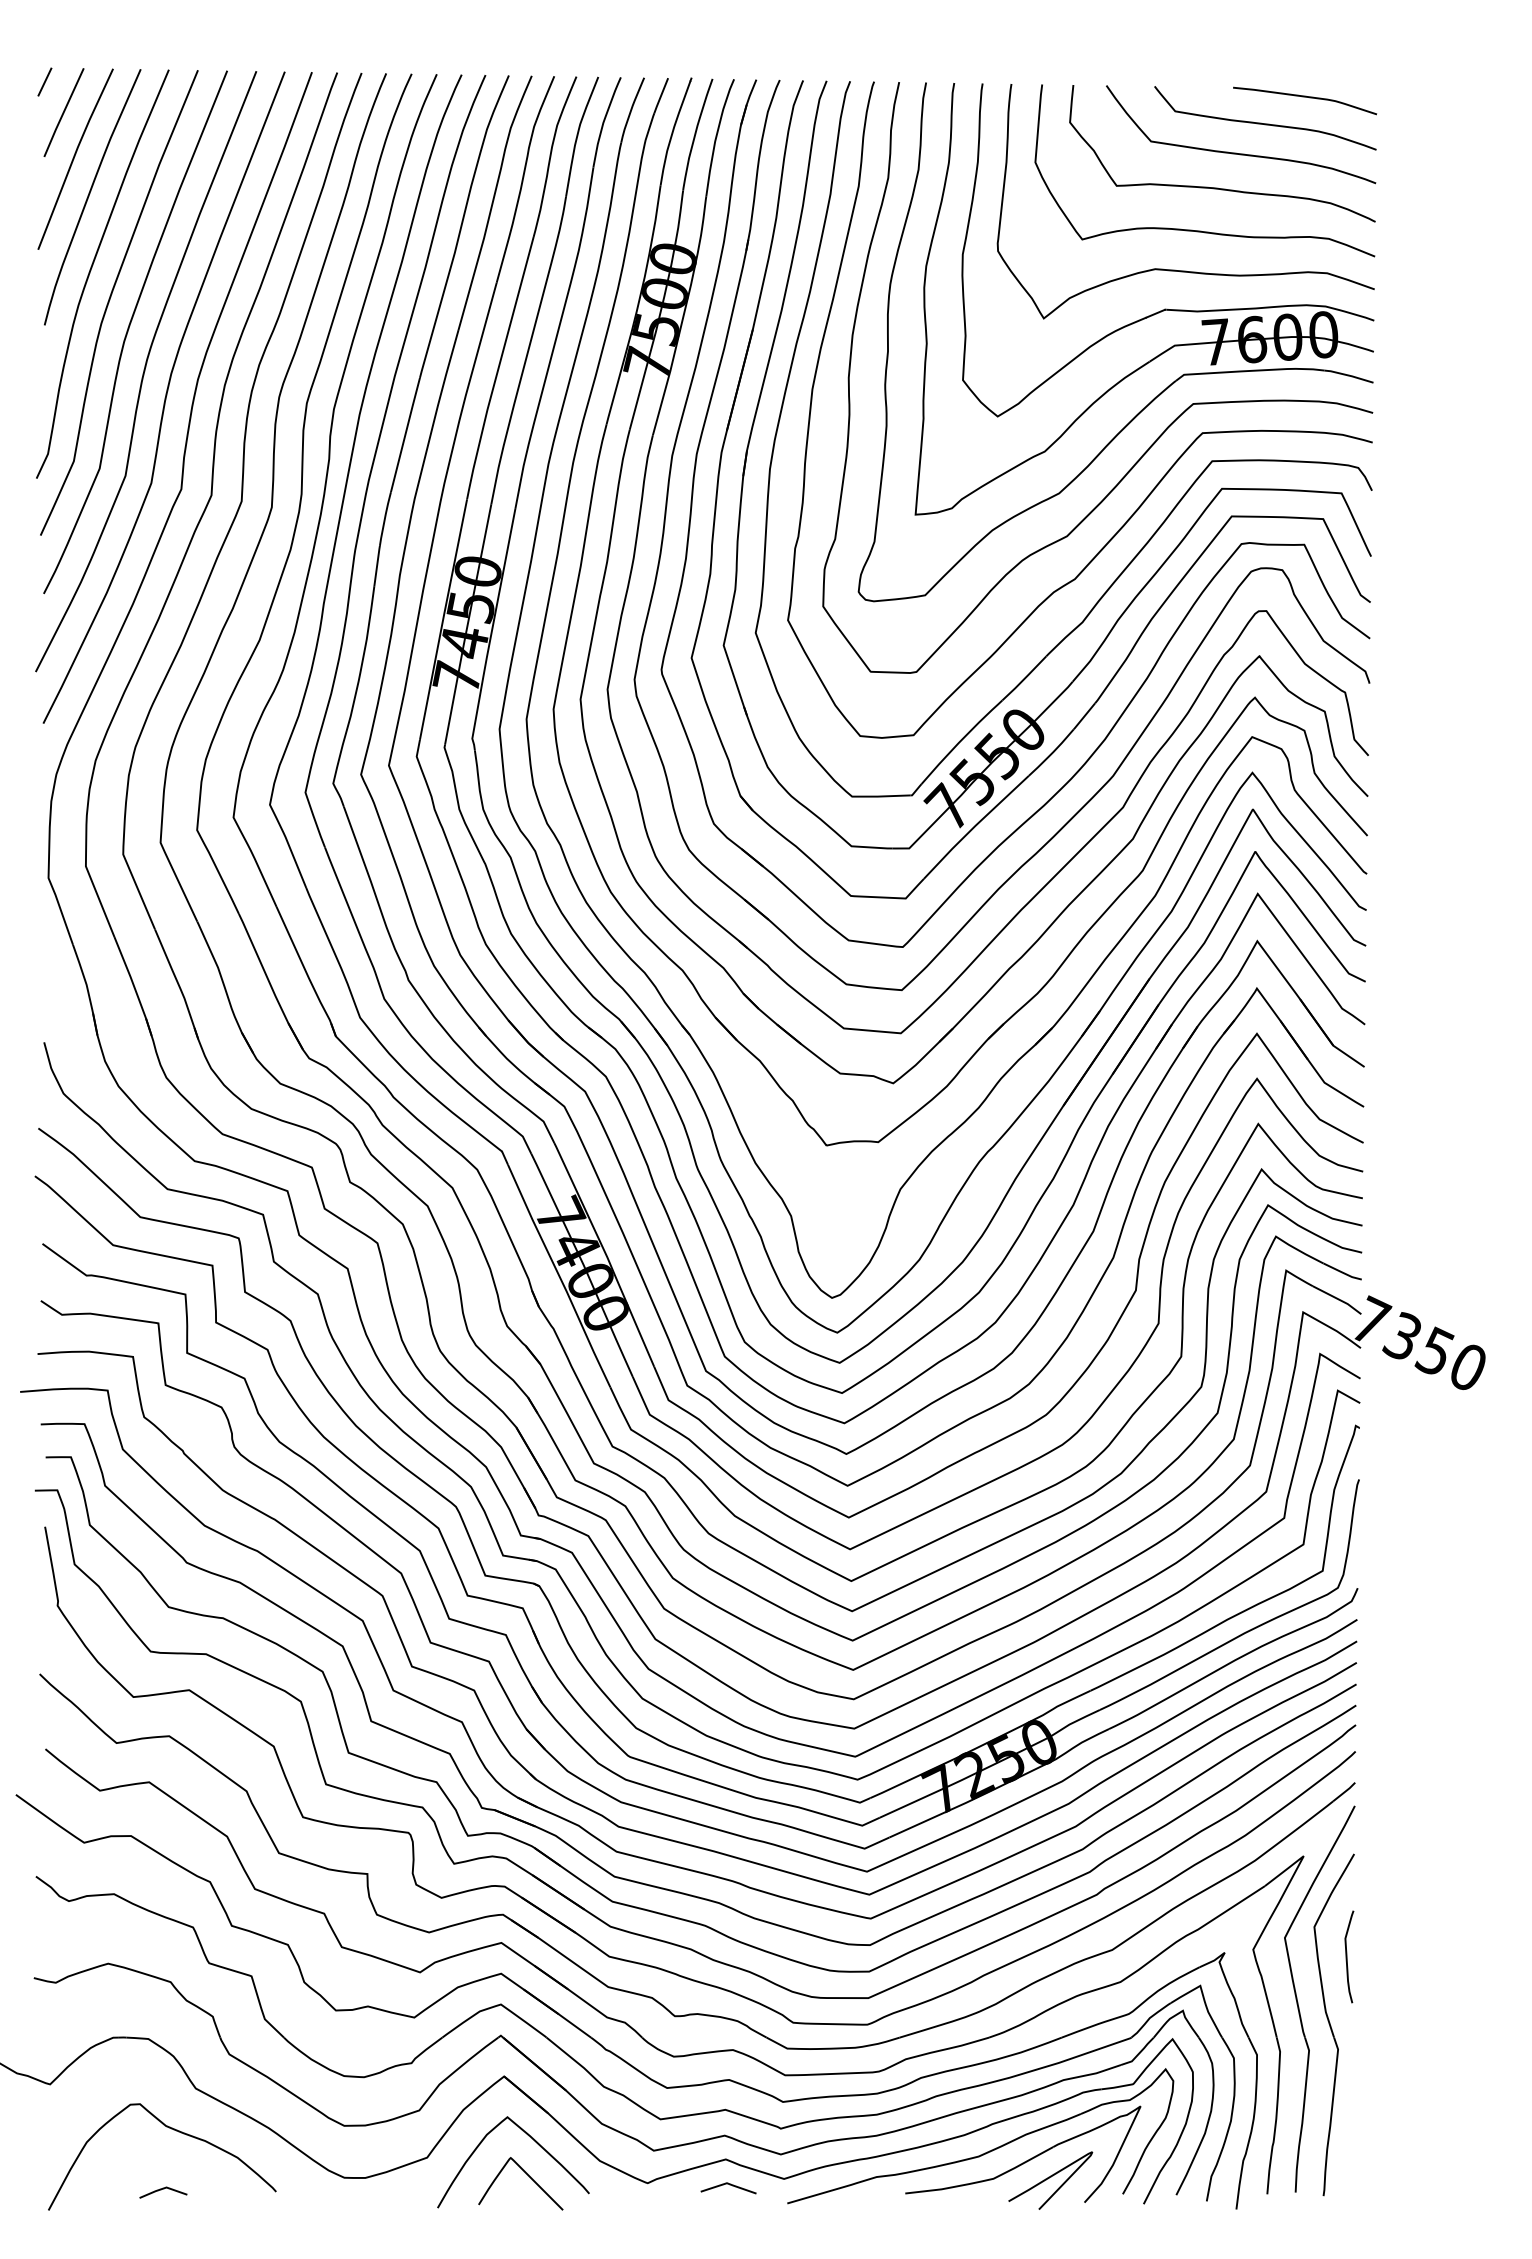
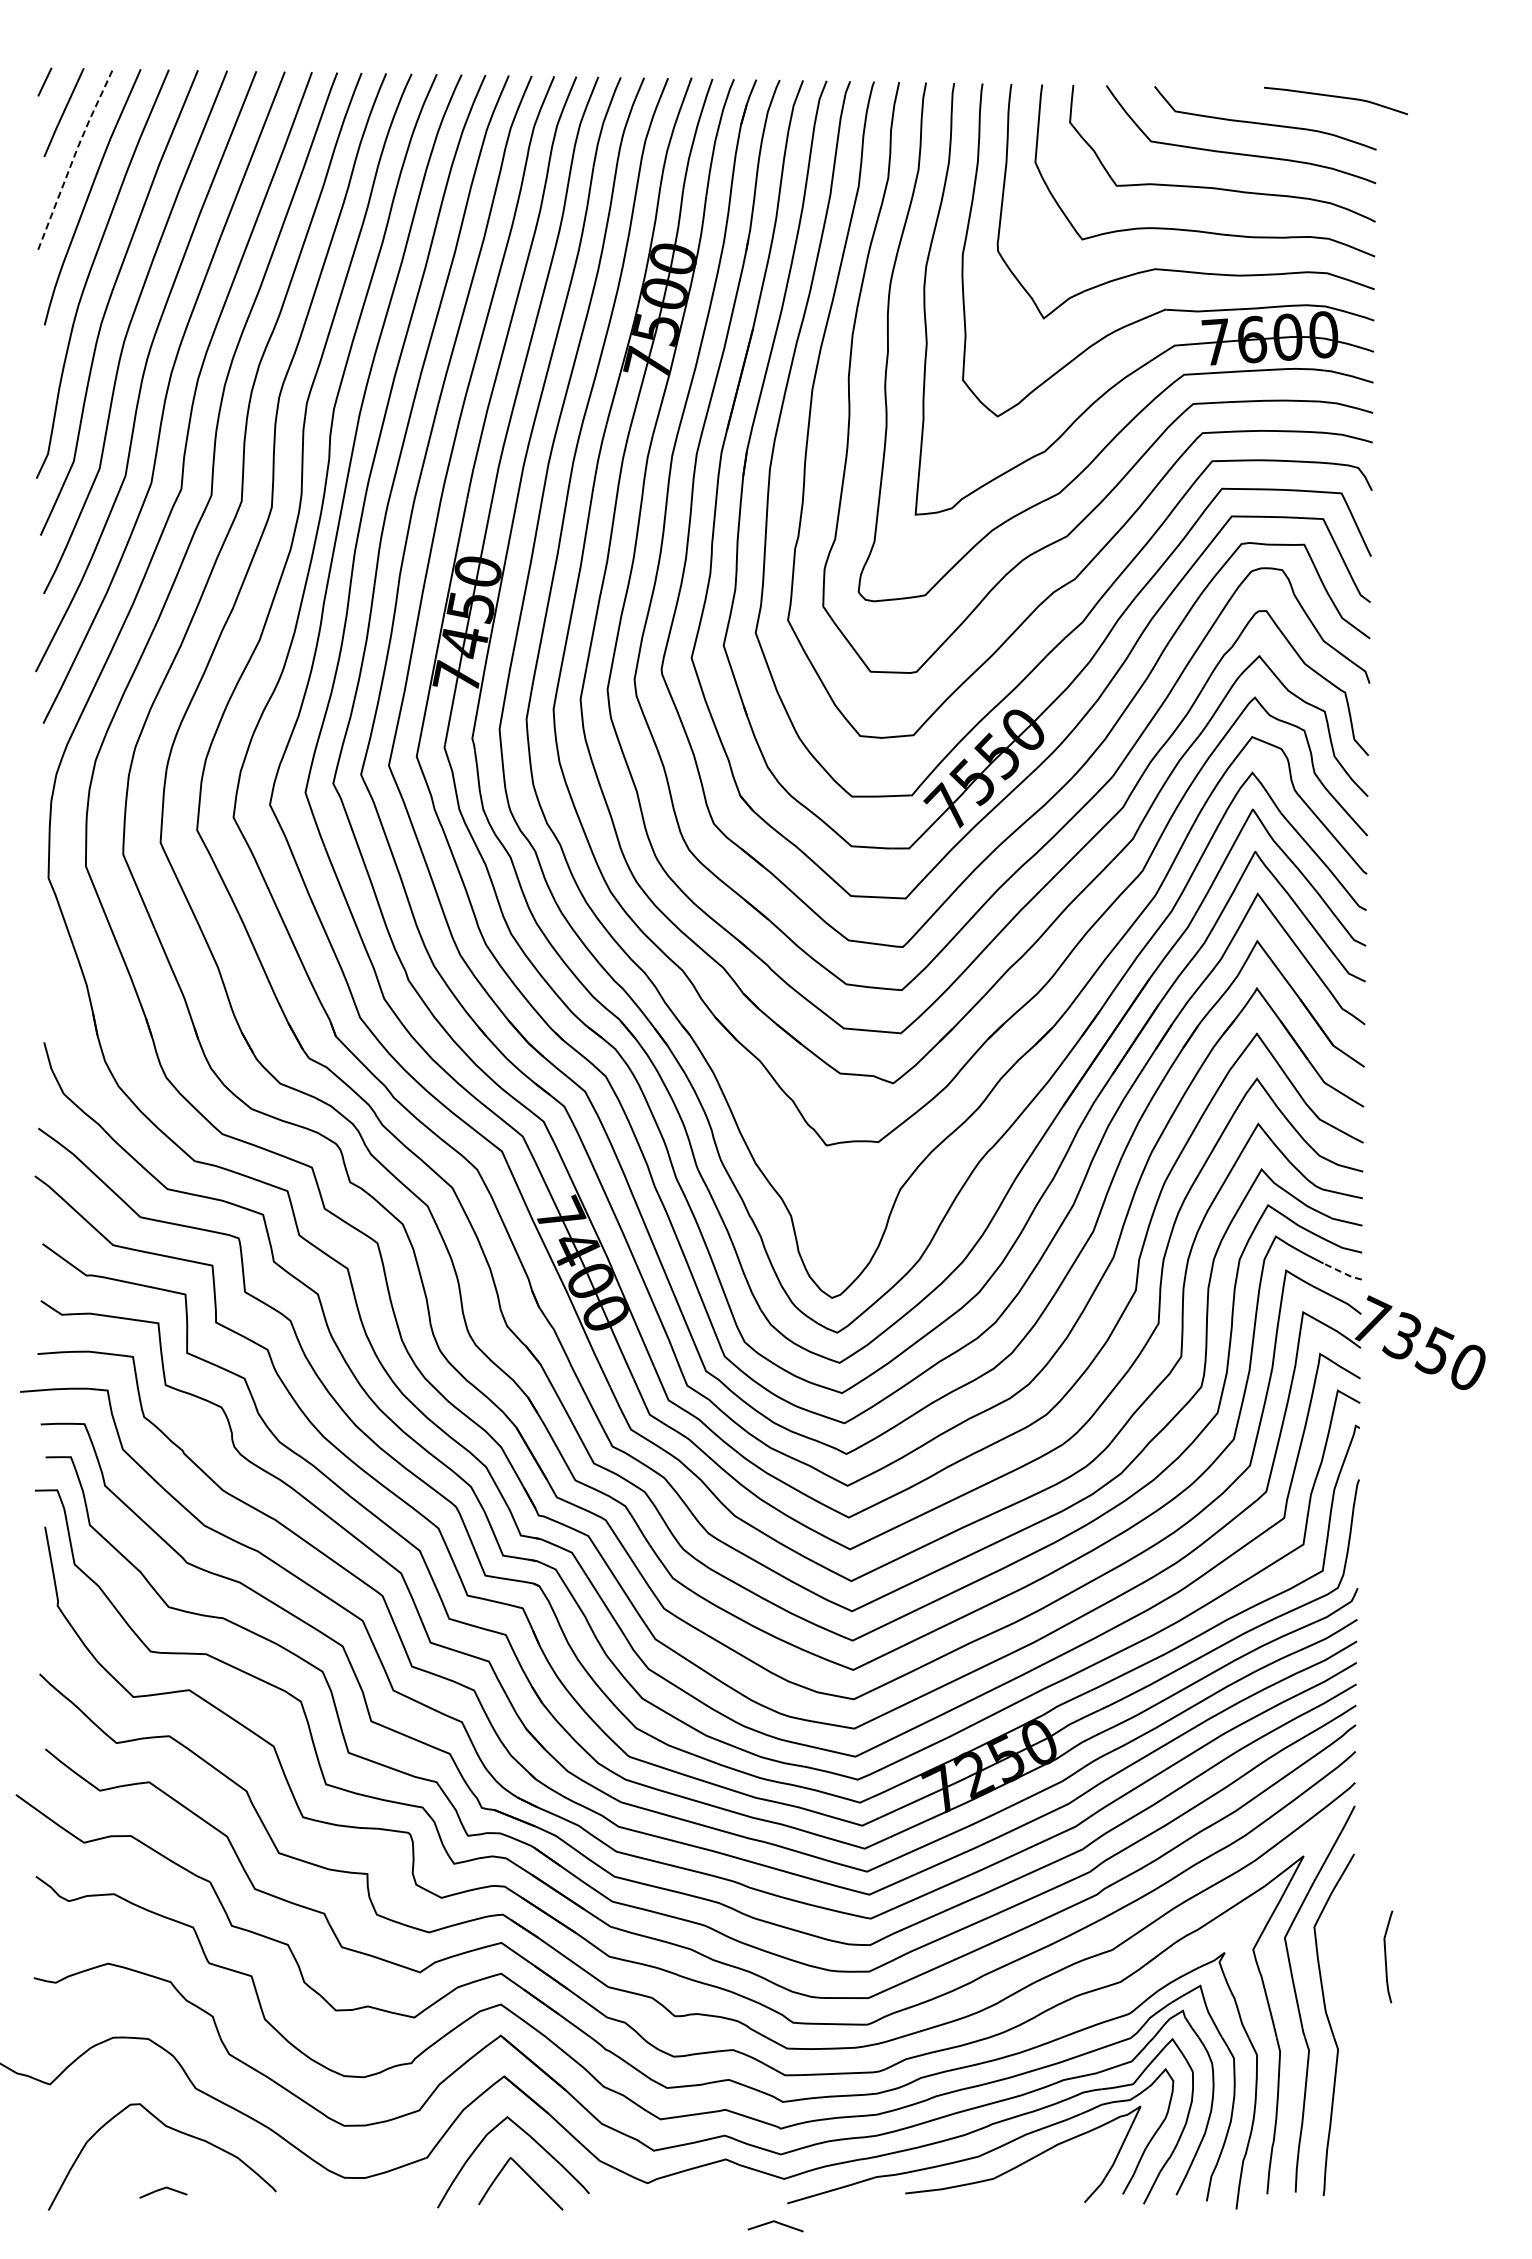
curve at (1305, 97) position: (1305, 97) -> (1336, 97)
line at (74, 156): solid -> dashed
line at (1342, 1272): solid -> dashed
curve at (1347, 1956) position: (1347, 1956) -> (1386, 1956)
curve at (1049, 2178): present -> none
line at (729, 2185) position: (729, 2185) -> (776, 2223)
